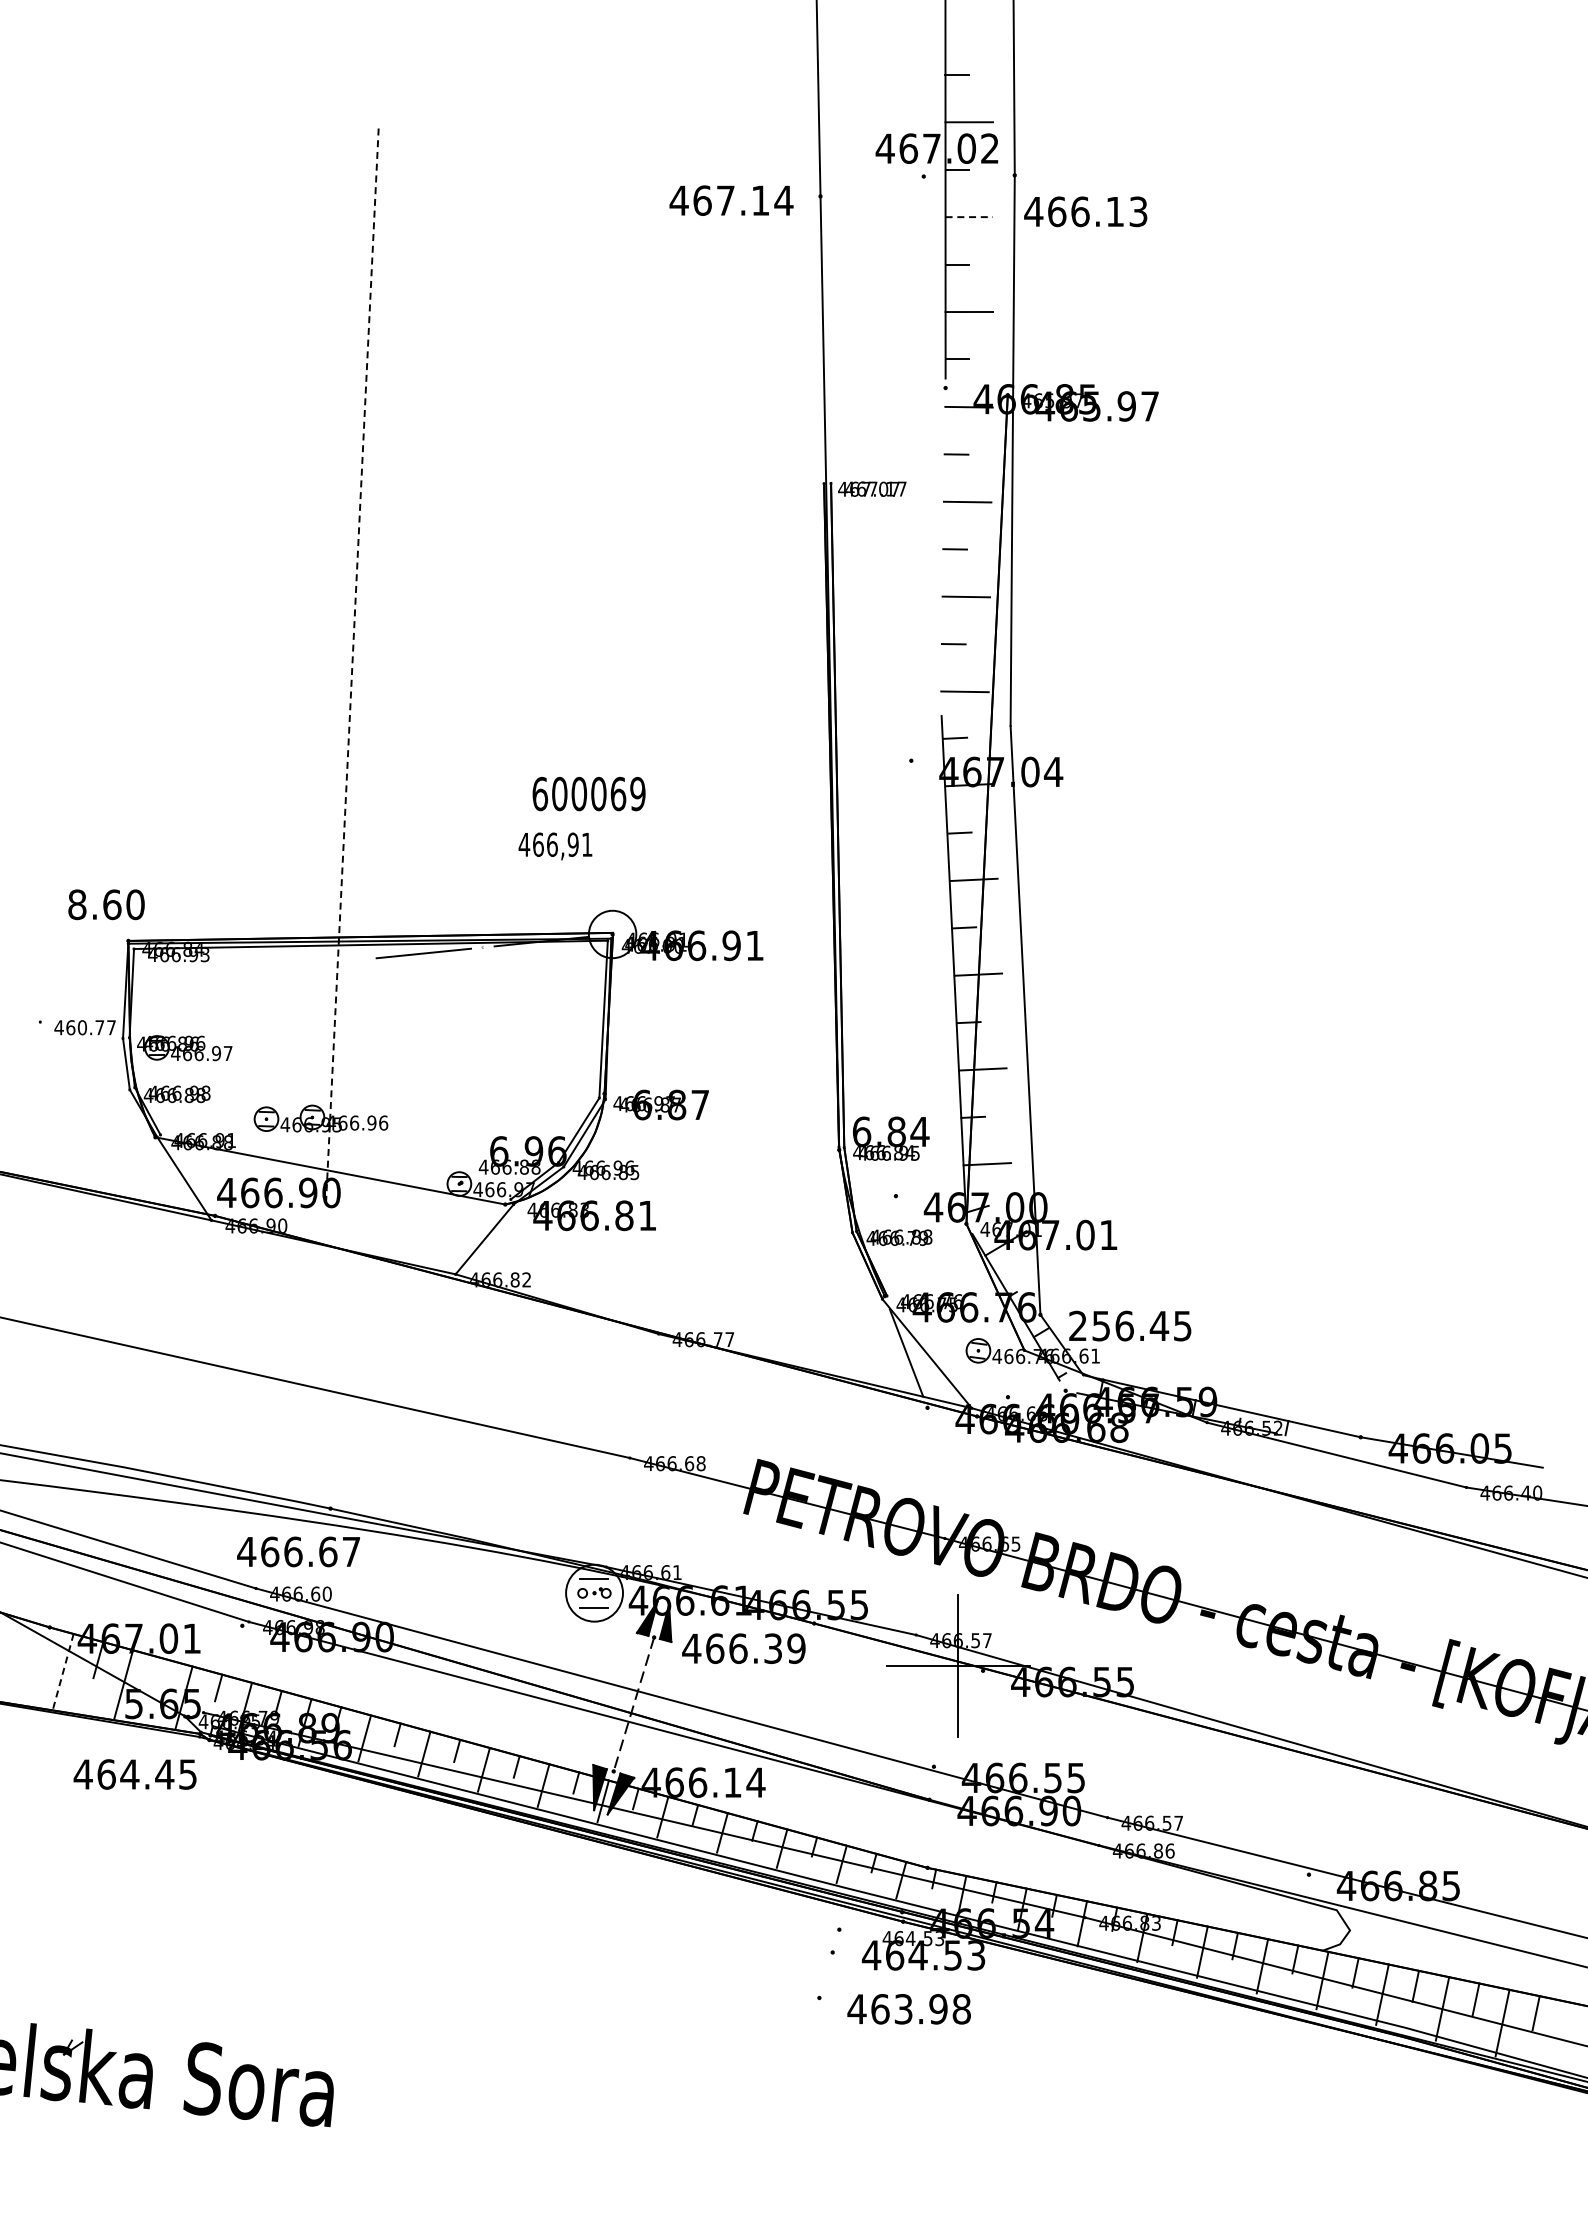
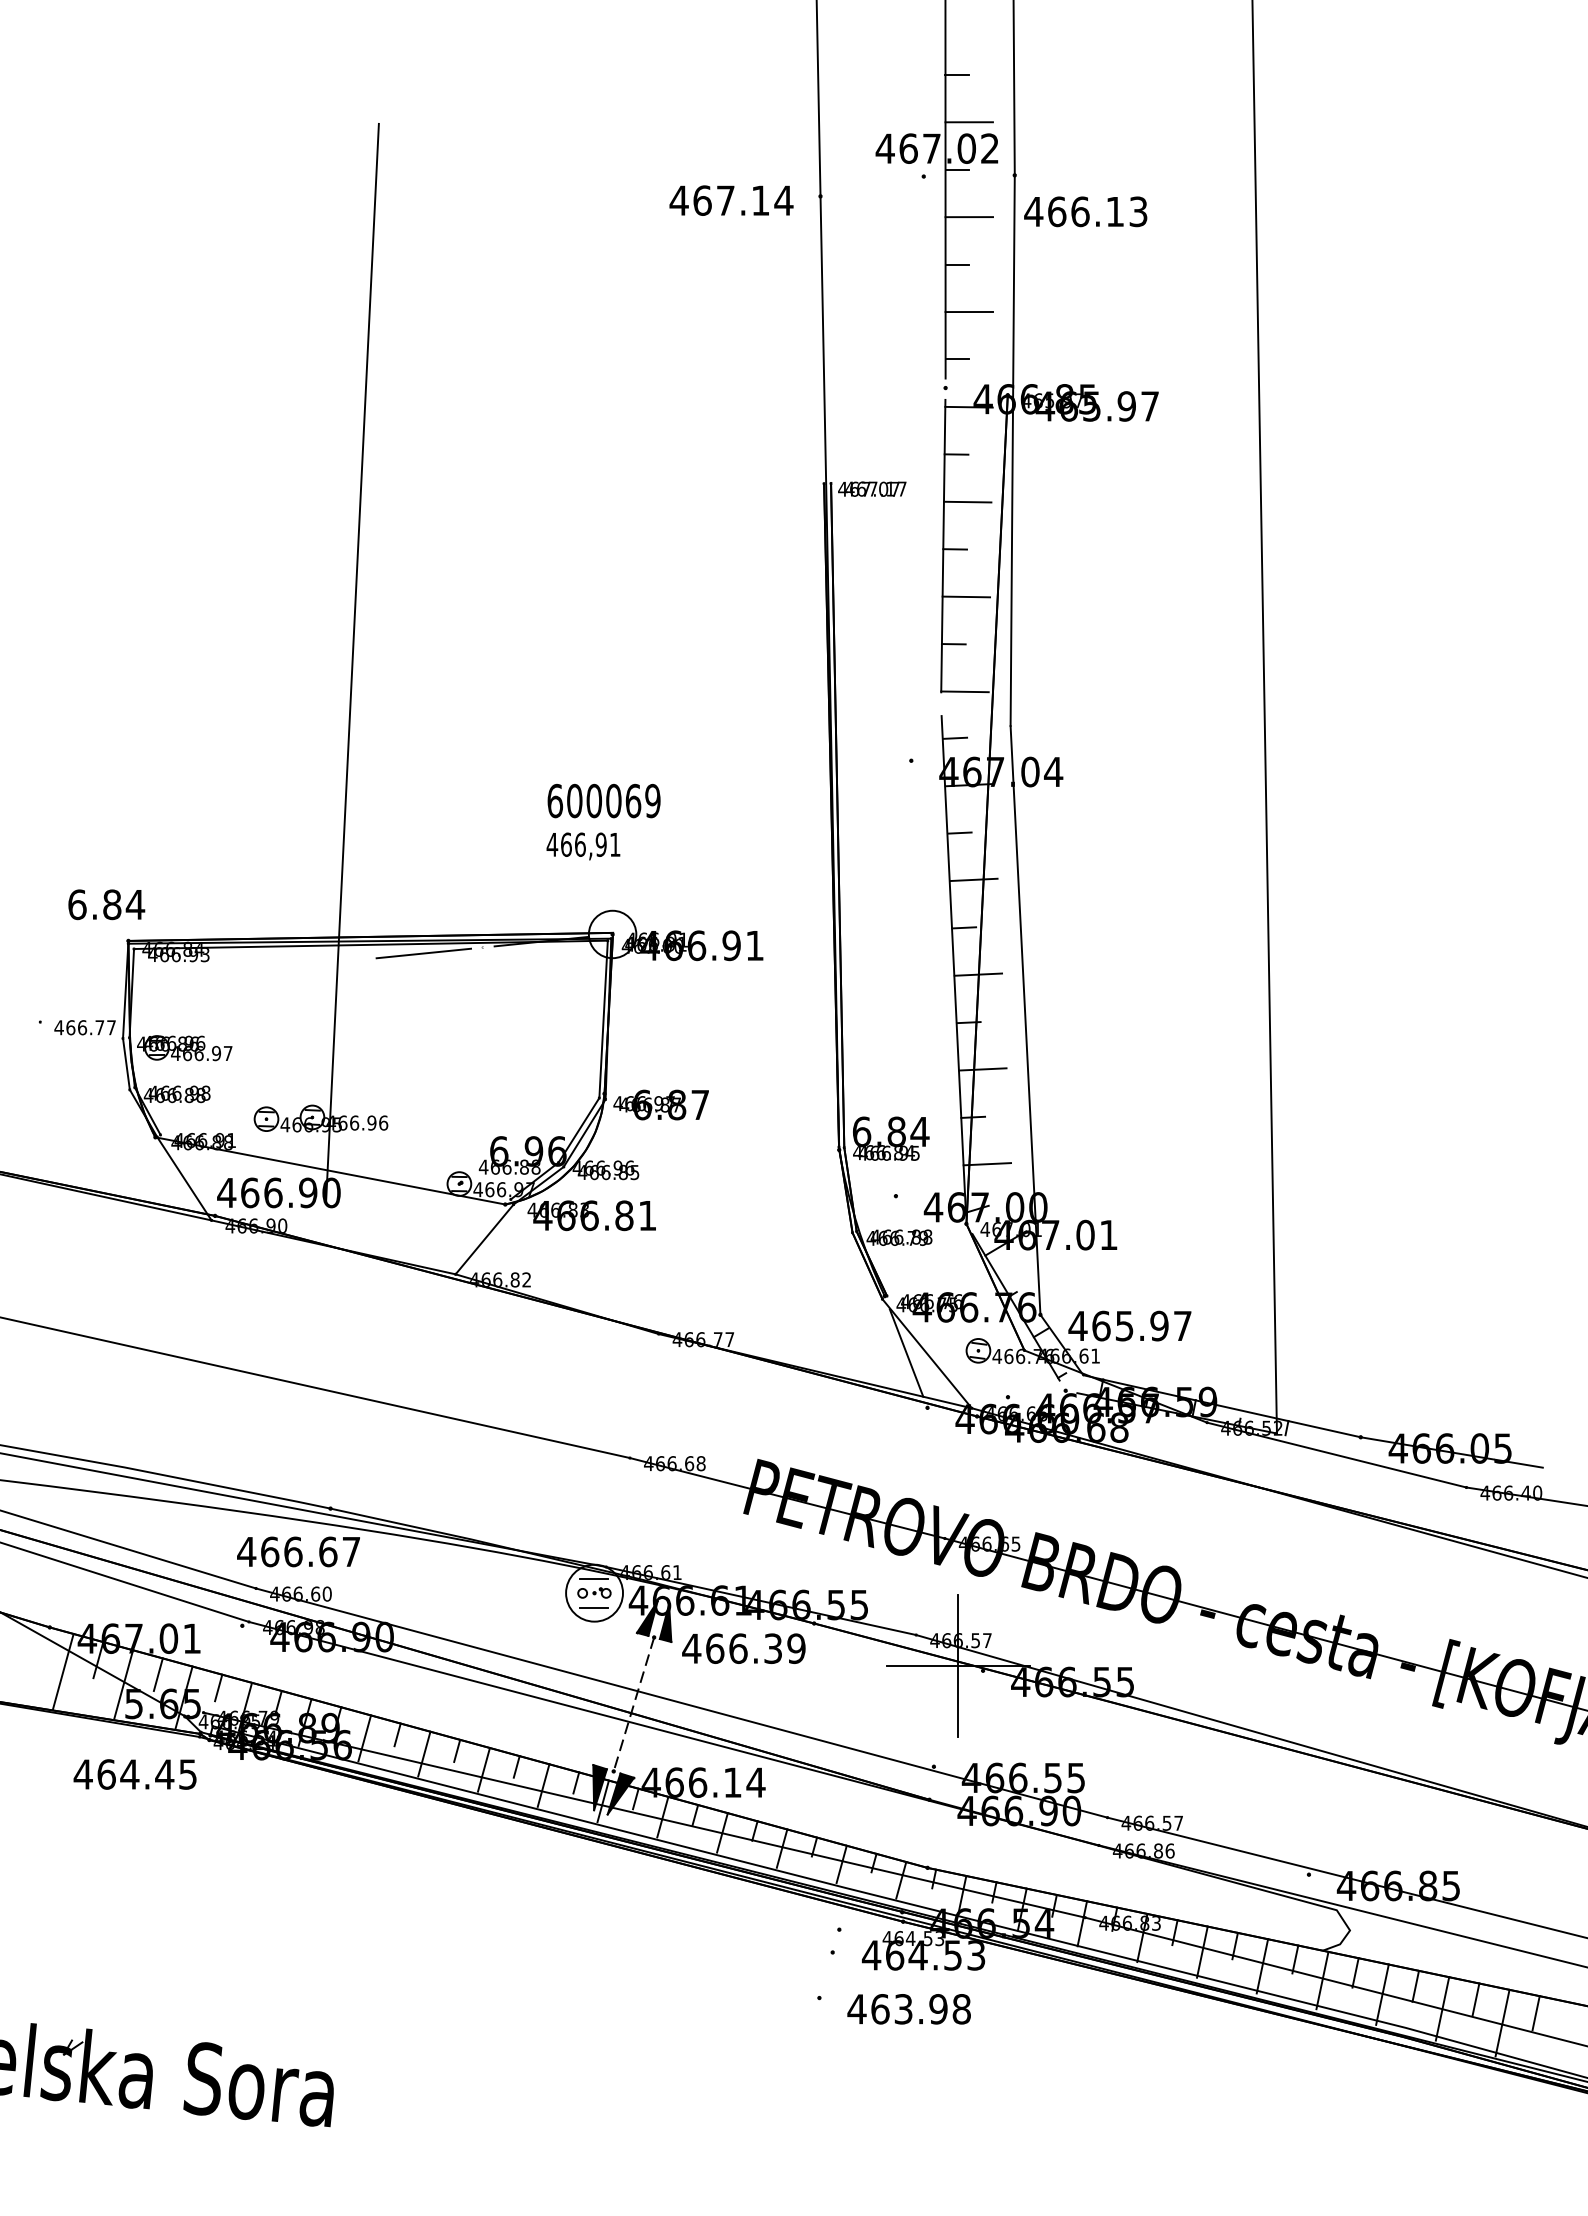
line at (969, 217): dashed -> solid
line at (943, 545): none -> present
line at (352, 662): dashed -> solid
line at (1264, 717): none -> present
text at (588, 793) position: (588, 793) -> (603, 800)
text at (555, 846) position: (555, 846) -> (583, 846)
text at (106, 904): 8.60 -> 6.84
text at (82, 1027): 460.77 -> 466.77
text at (1129, 1325): 256.45 -> 465.97
line at (63, 1672): dashed -> solid
line at (157, 1674): none -> present
